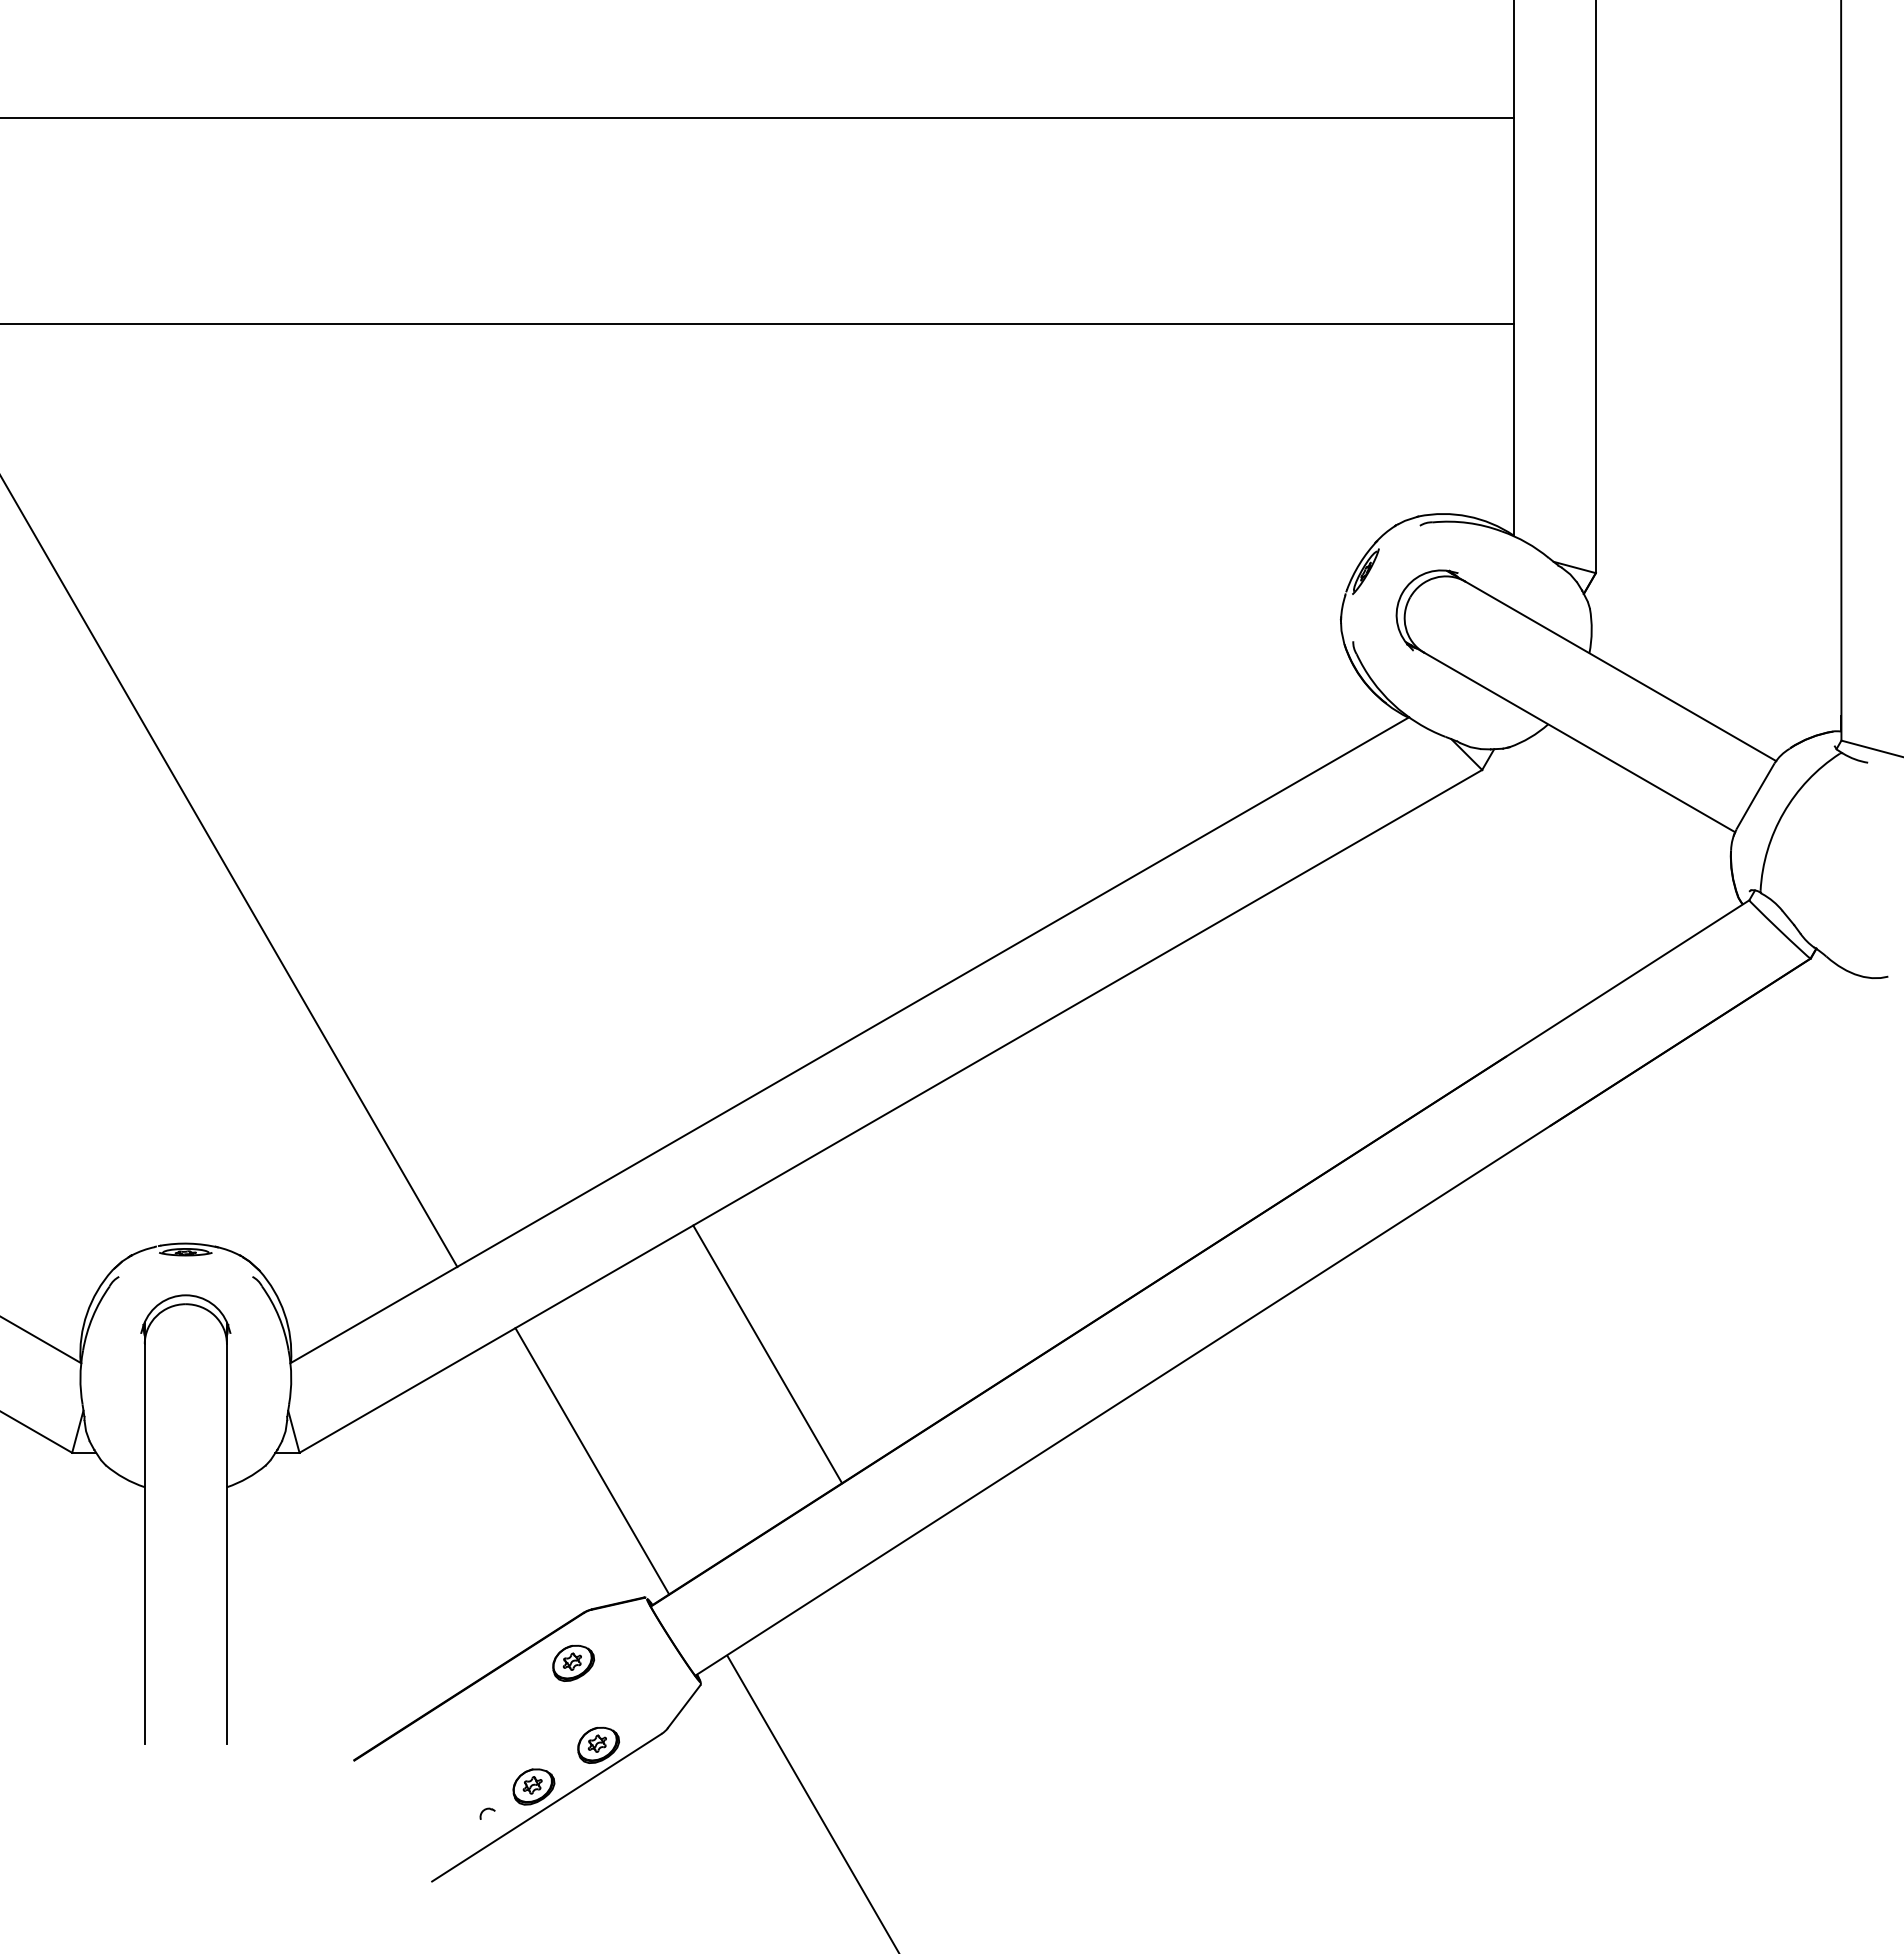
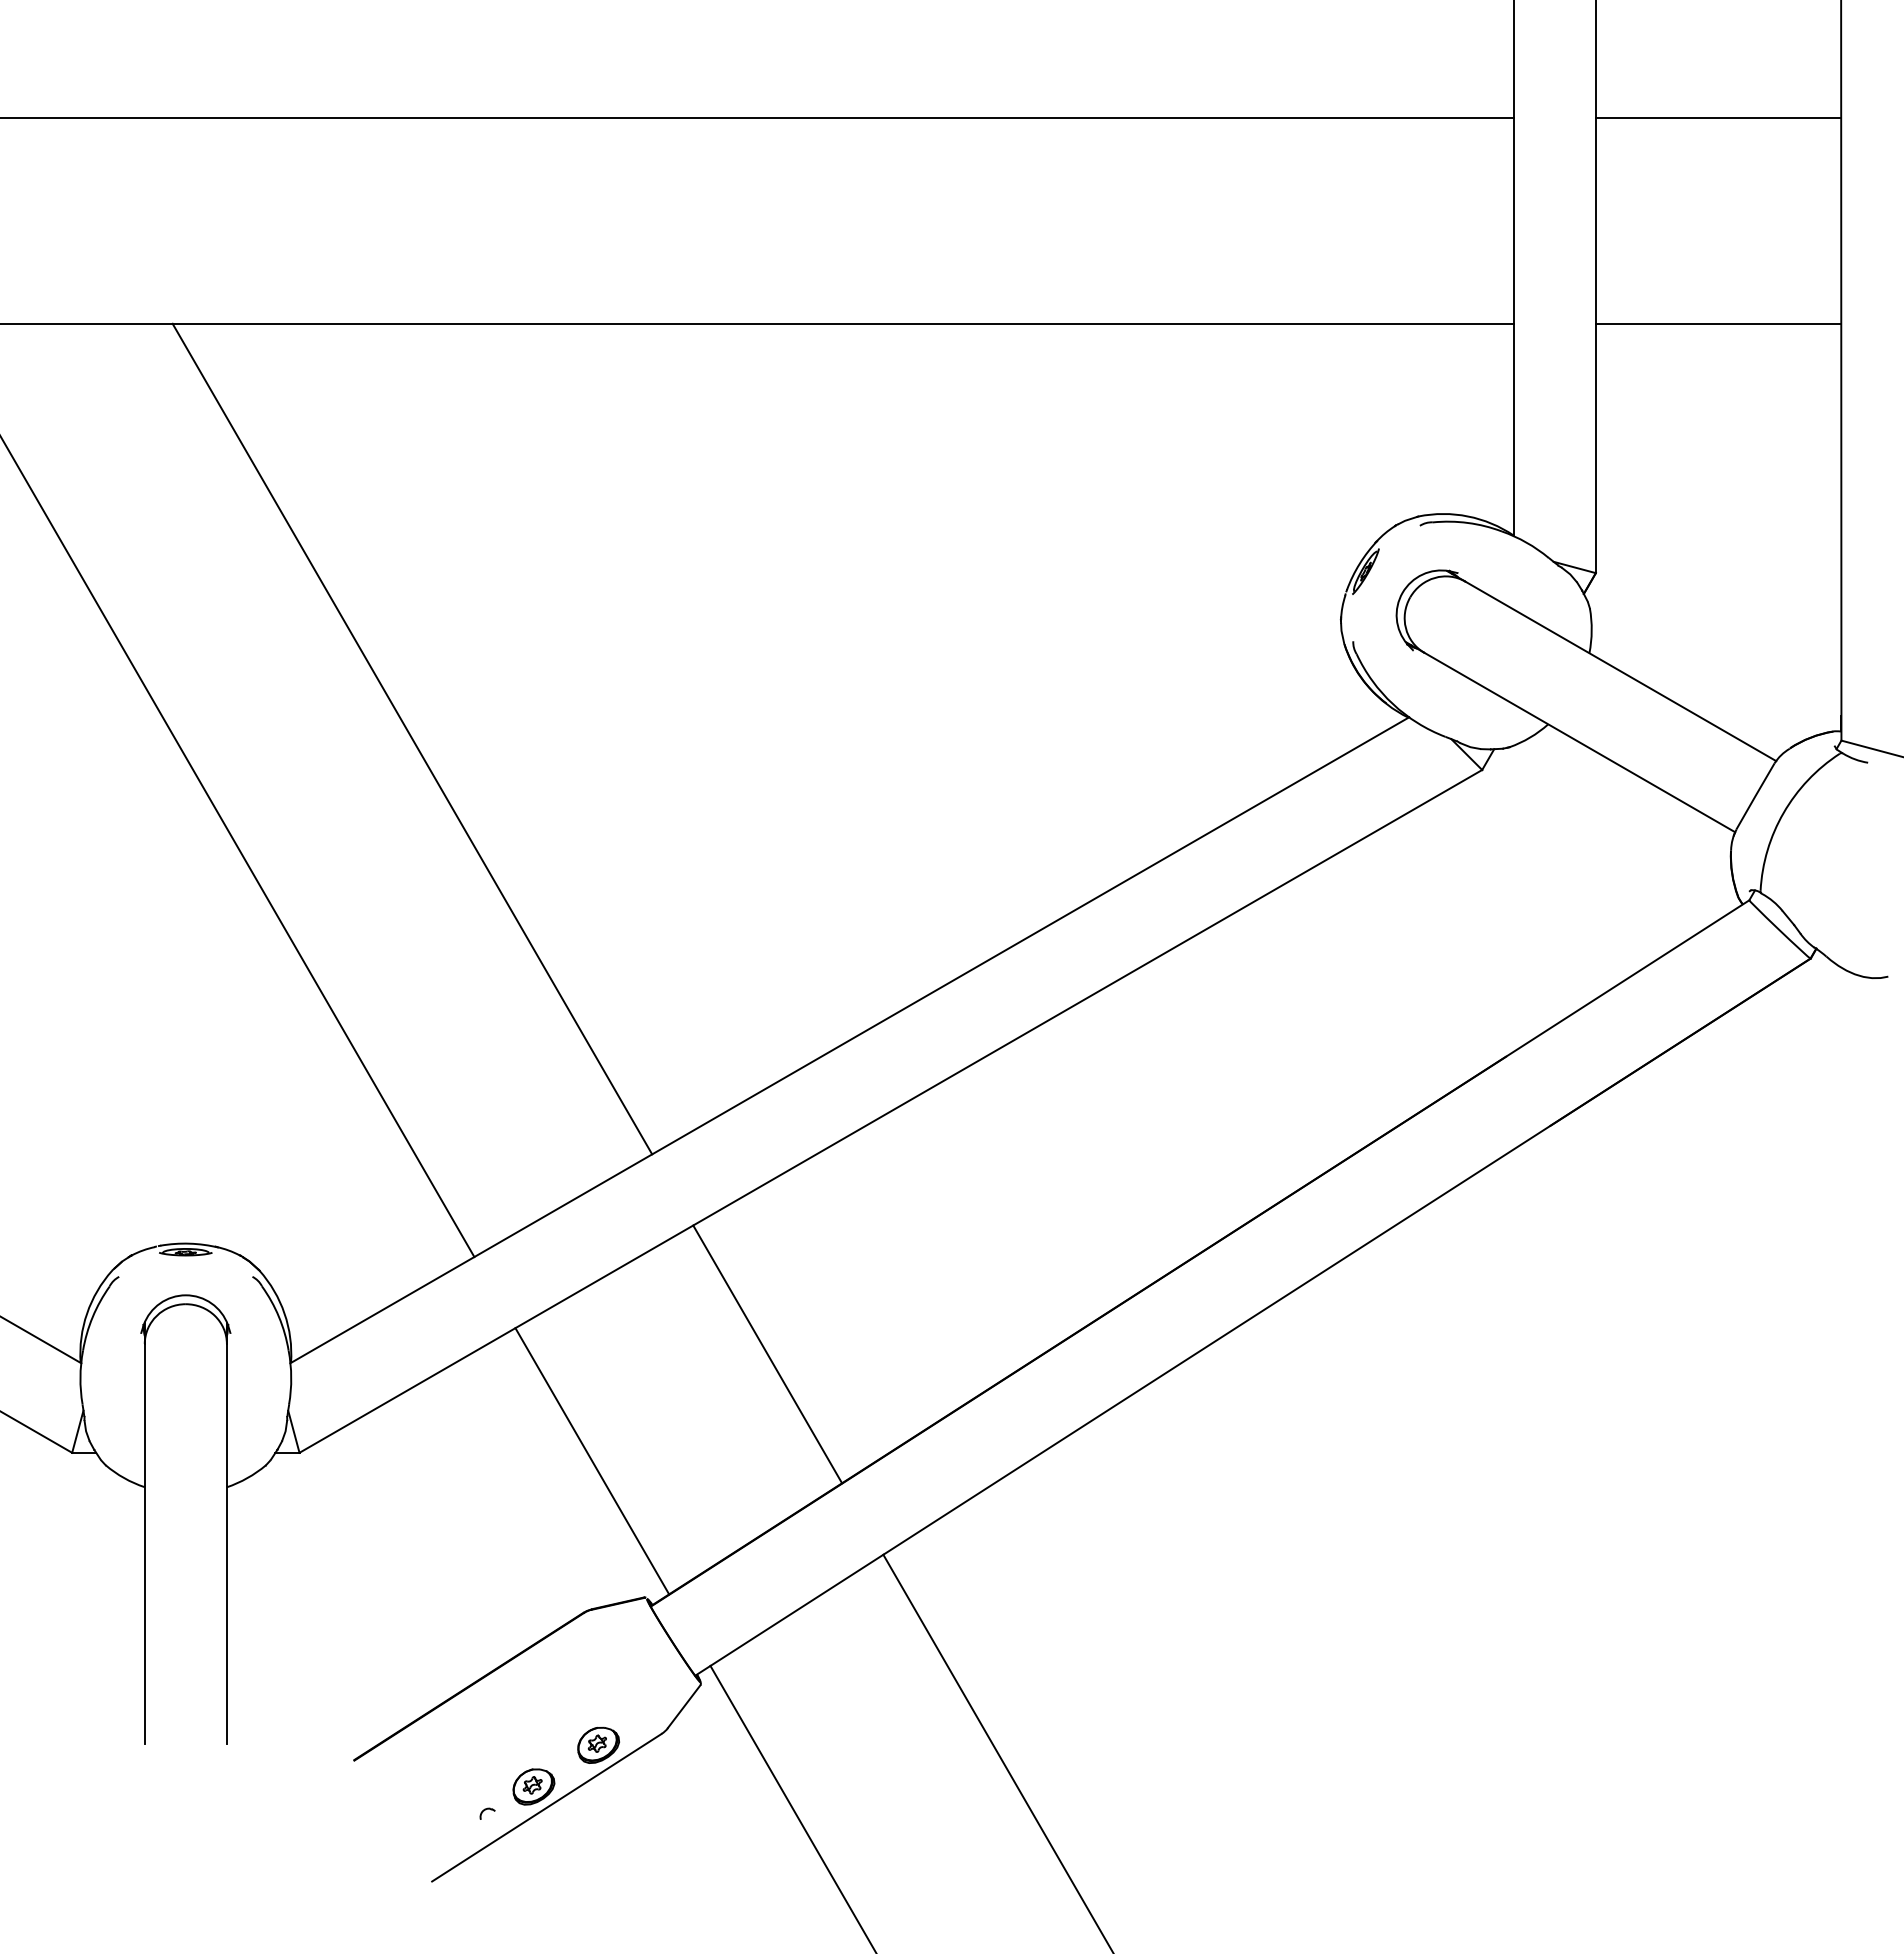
line at (1718, 118): none -> present
line at (1718, 323): none -> present
line at (412, 738): none -> present
line at (229, 872) position: (229, 872) -> (238, 848)
part at (573, 1662): present -> none
line at (997, 1752): none -> present
line at (812, 1802) position: (812, 1802) -> (792, 1807)
